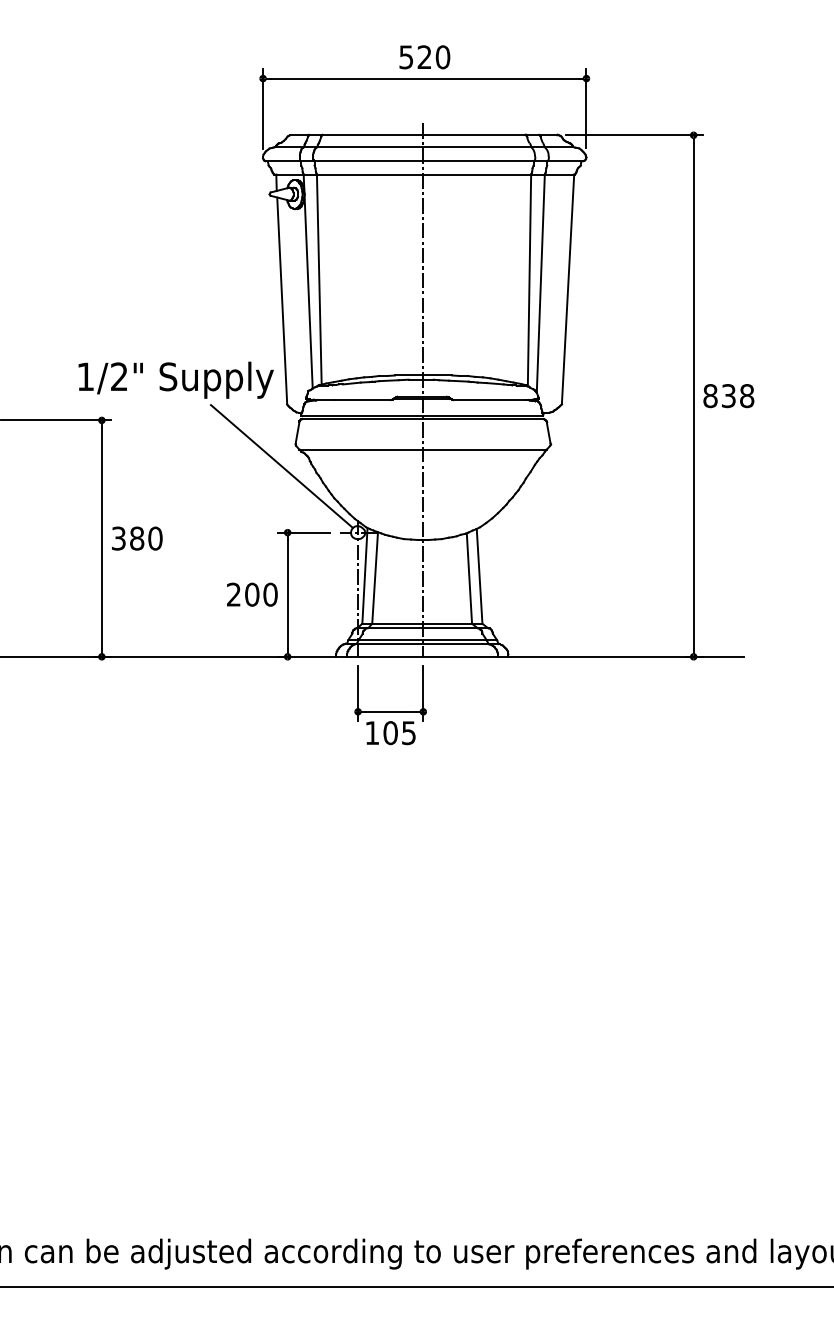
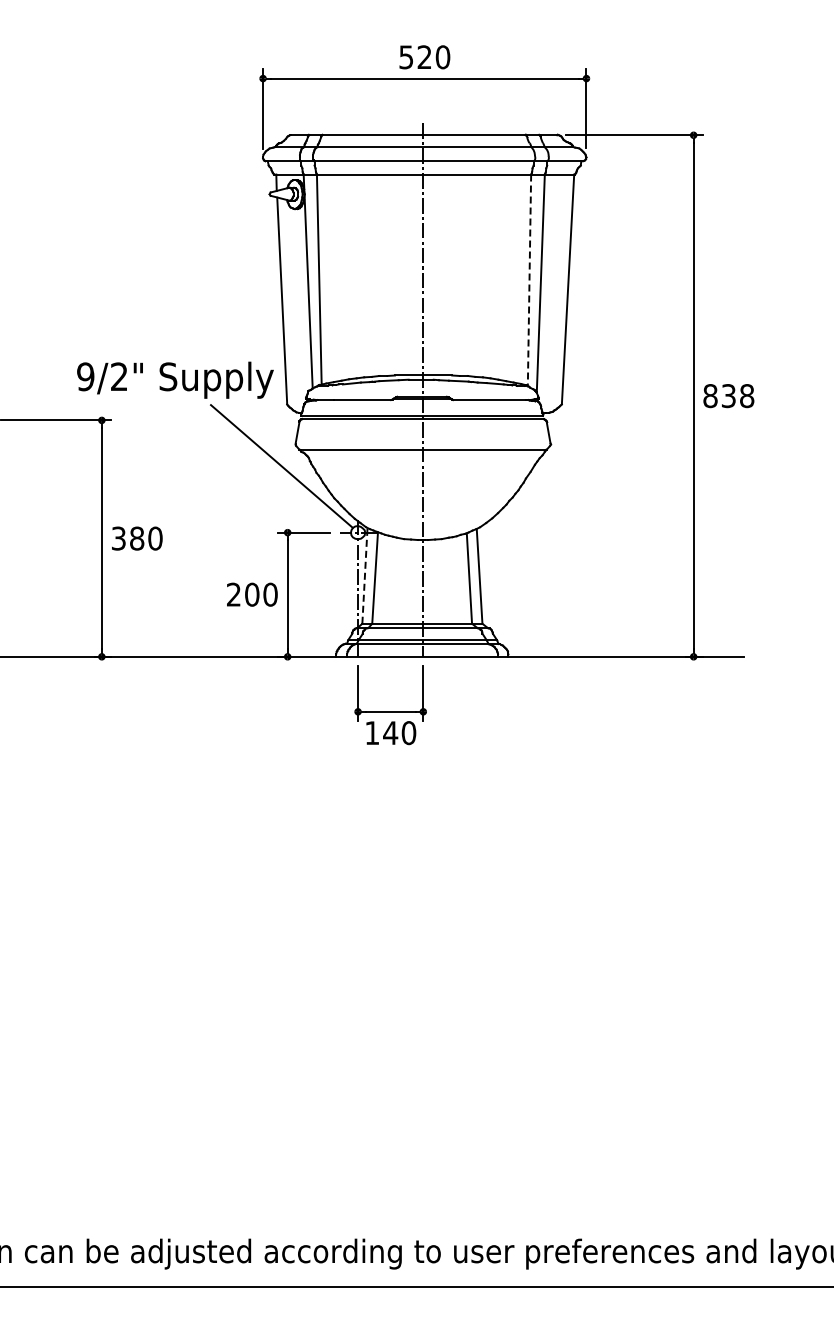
line at (529, 280): solid -> dashed
text at (85, 376): 1/2" -> 9/2"
line at (364, 575): solid -> dashed
text at (399, 733): 105 -> 140
